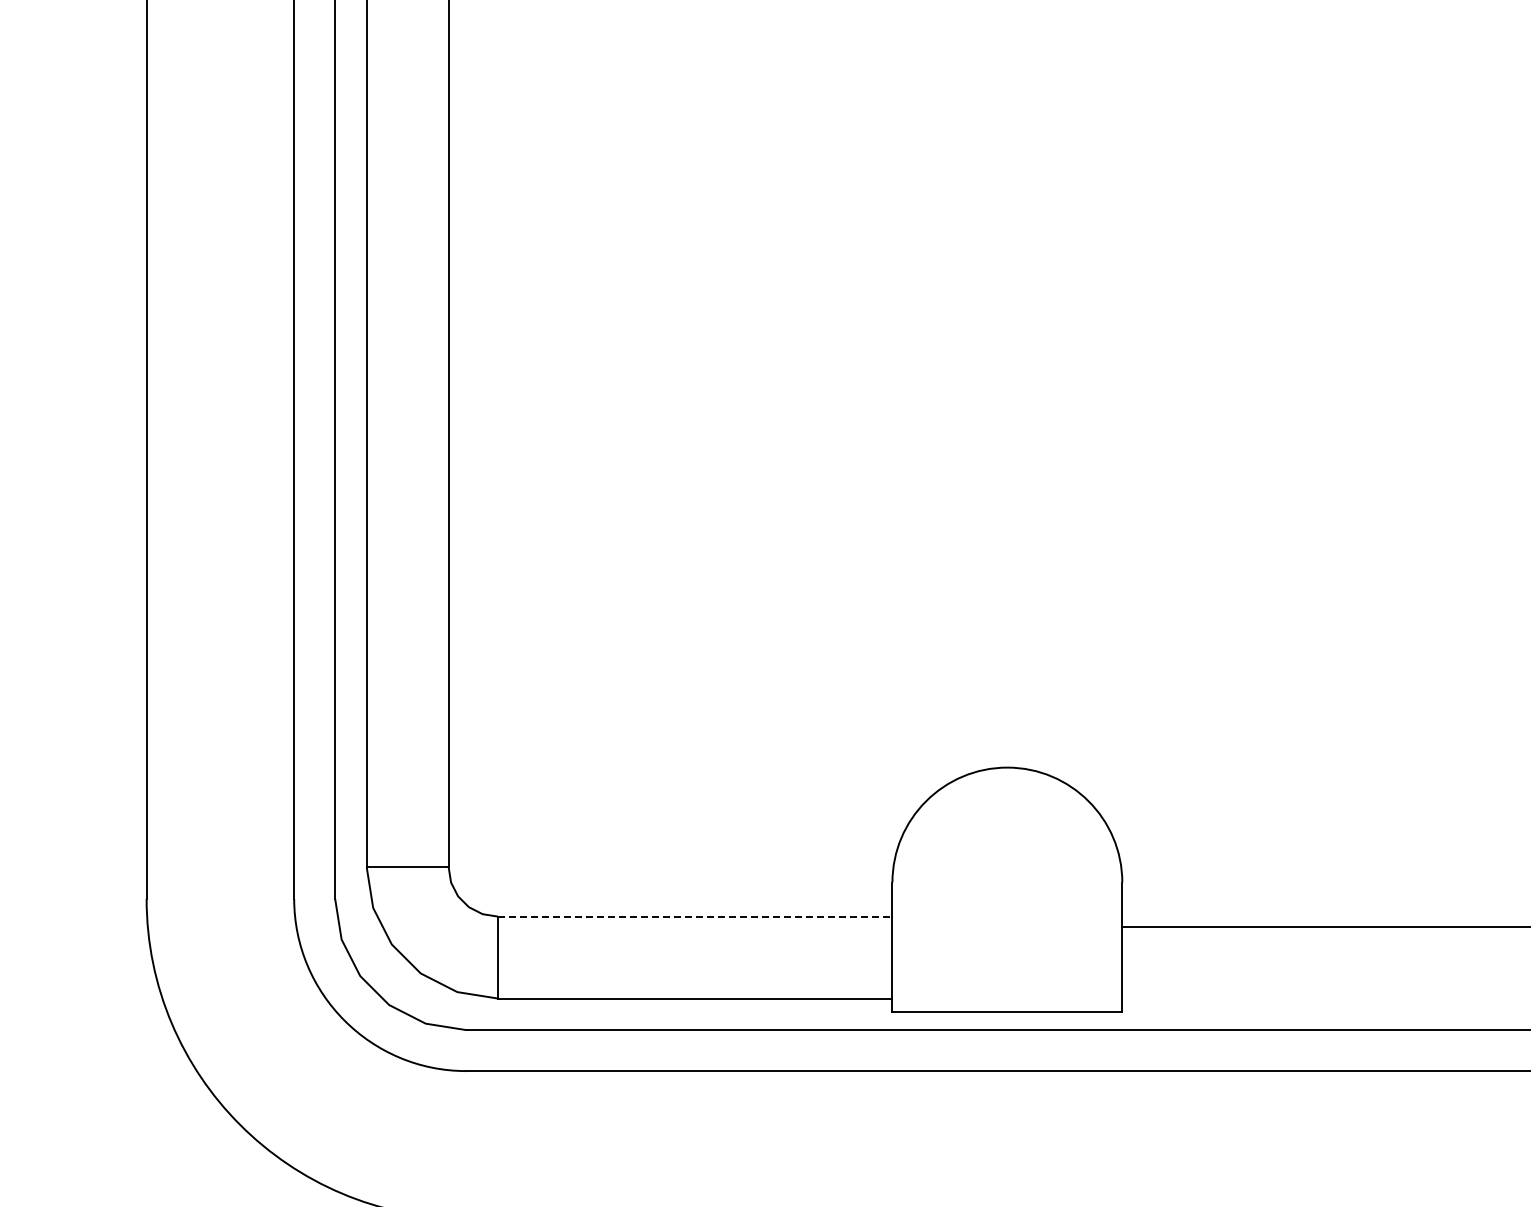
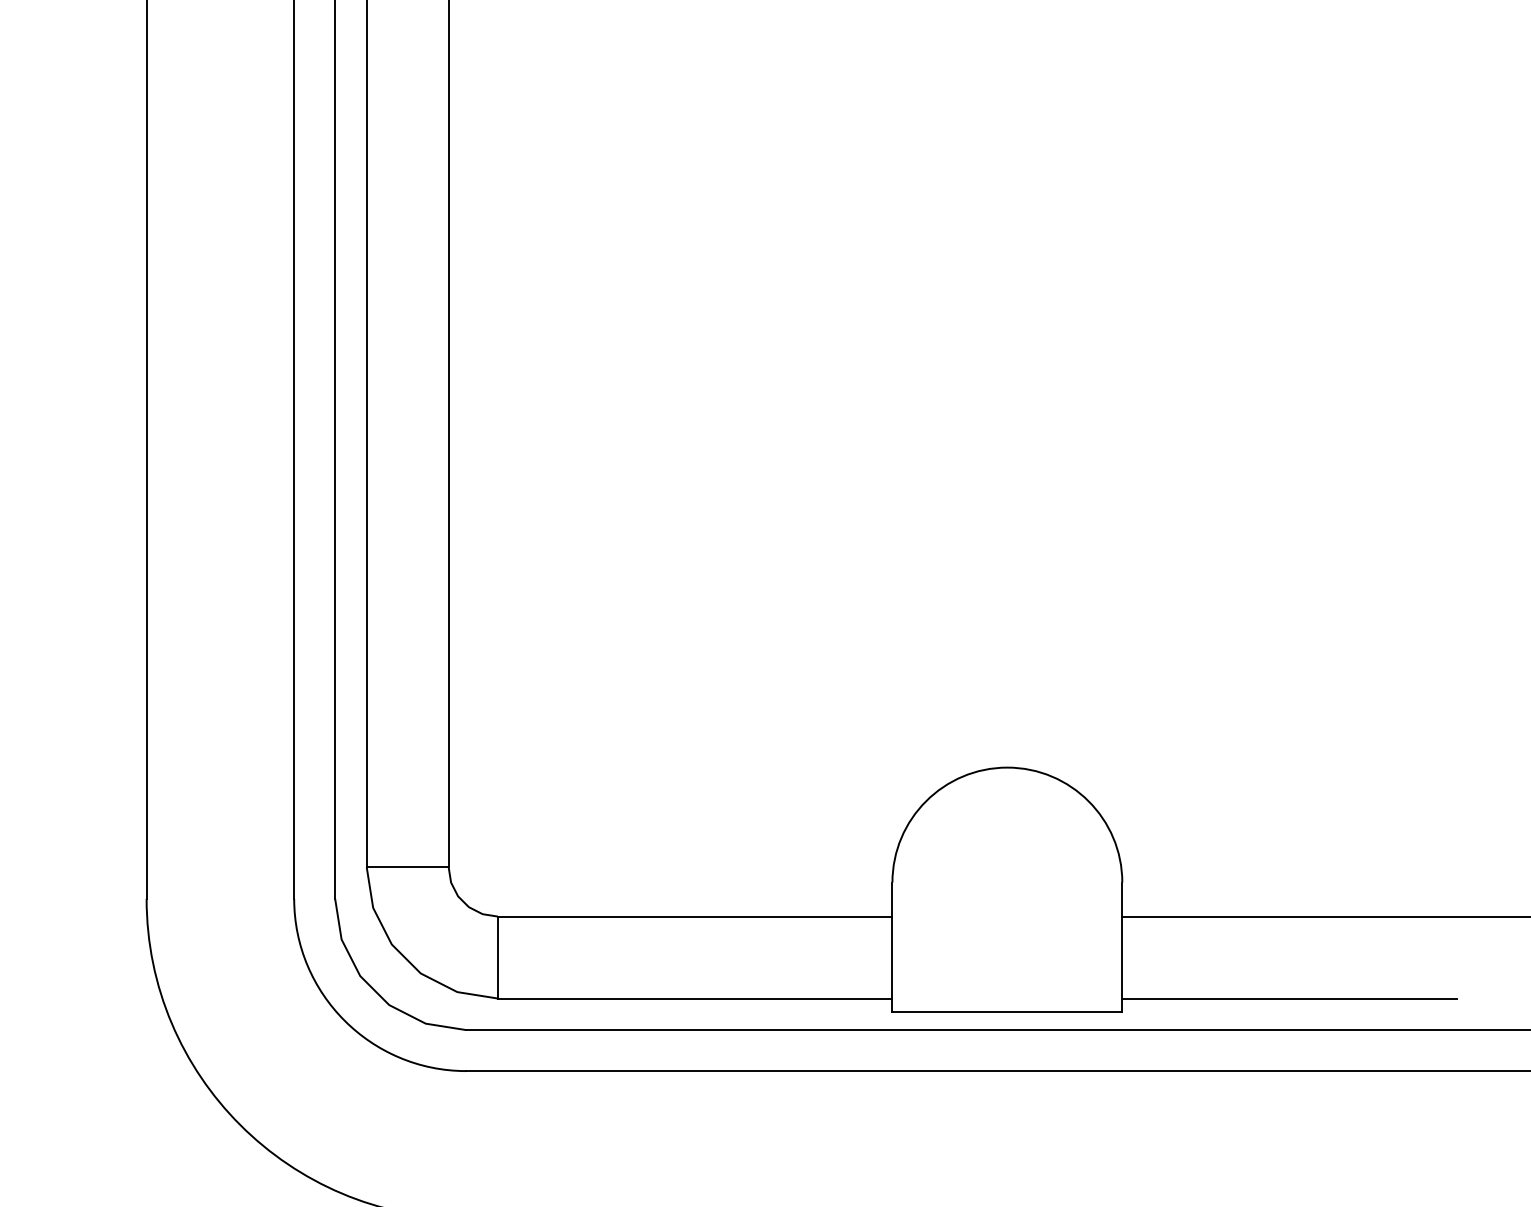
line at (695, 916): dashed -> solid
line at (1324, 926) position: (1324, 926) -> (1324, 916)
line at (1289, 998): none -> present
